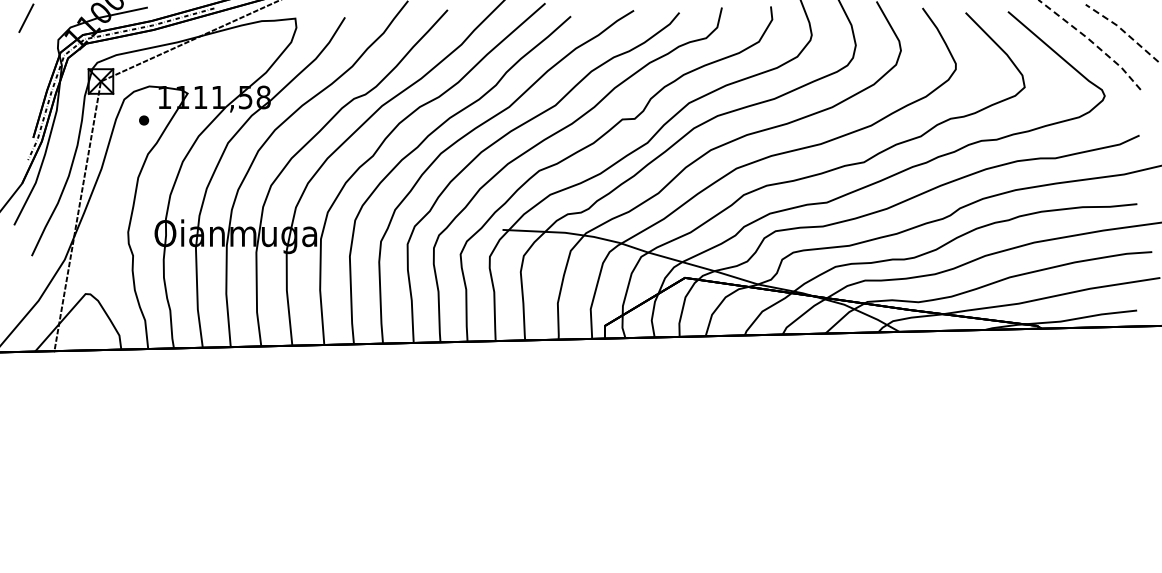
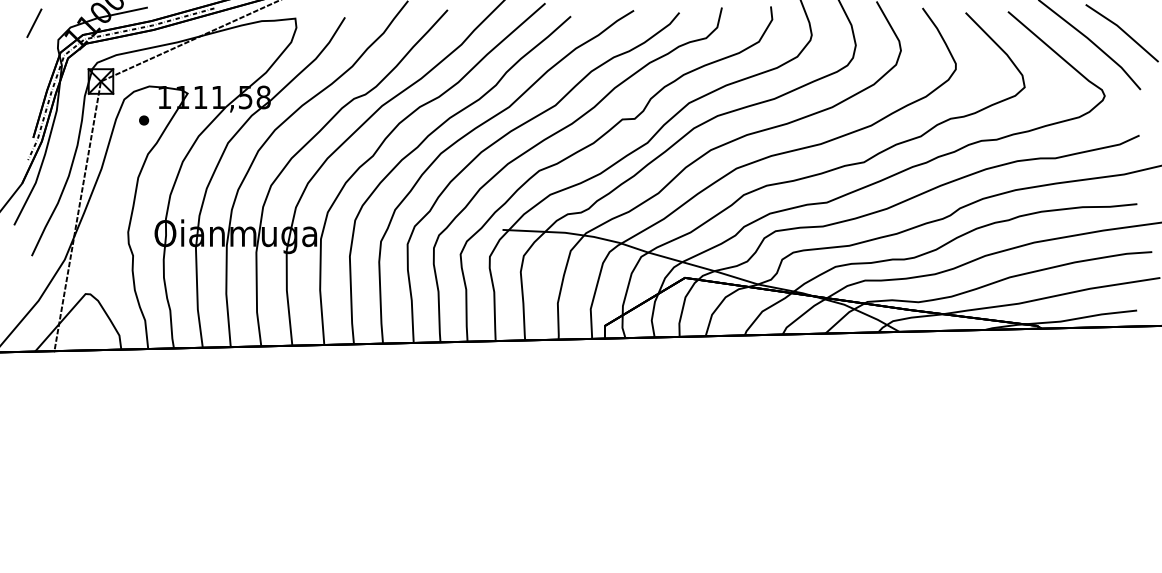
line at (26, 17) position: (26, 17) -> (34, 22)
line at (1123, 30): dashed -> solid
line at (1092, 42): dashed -> solid
